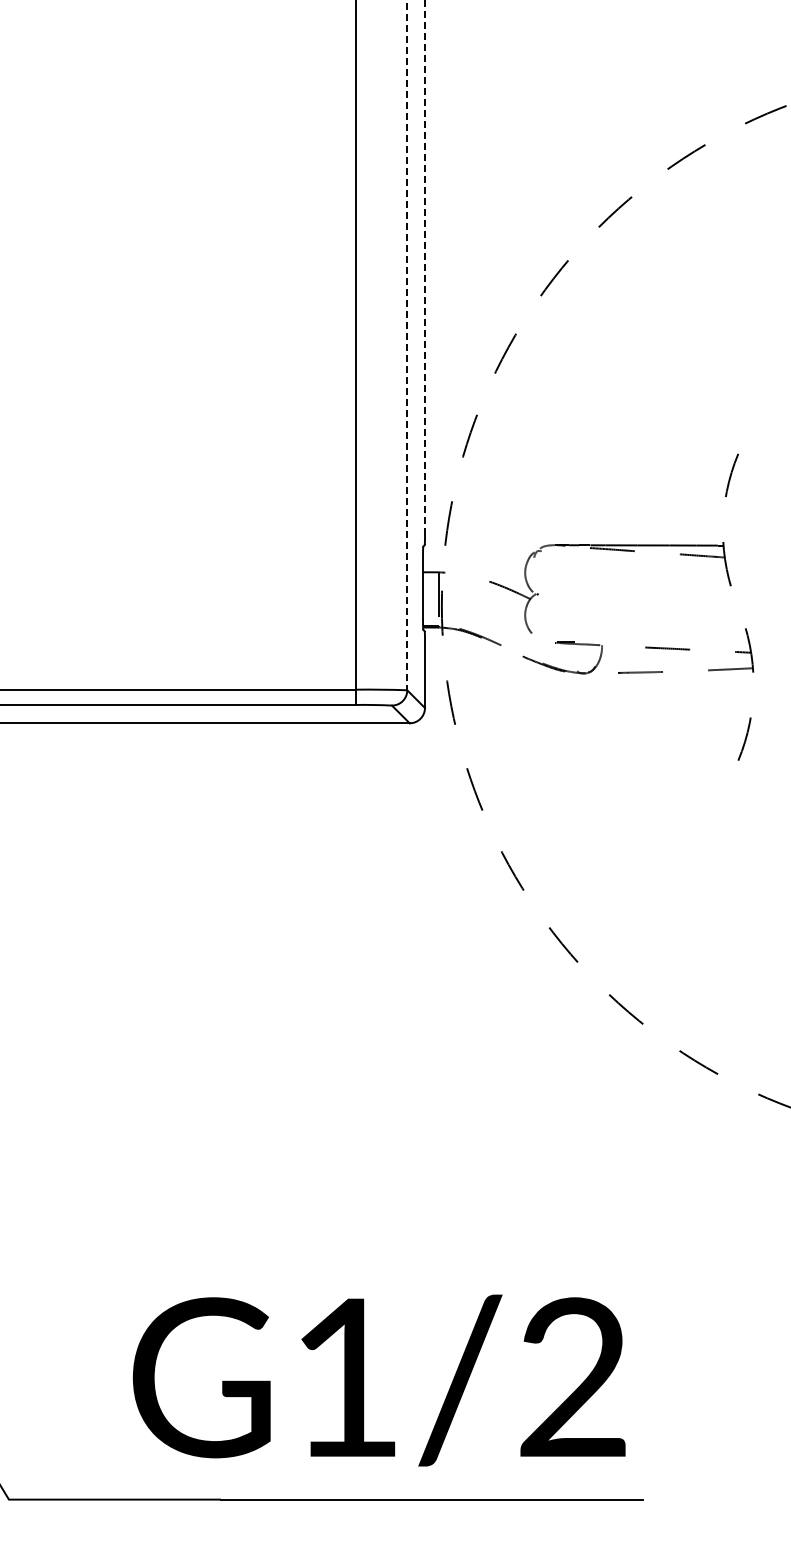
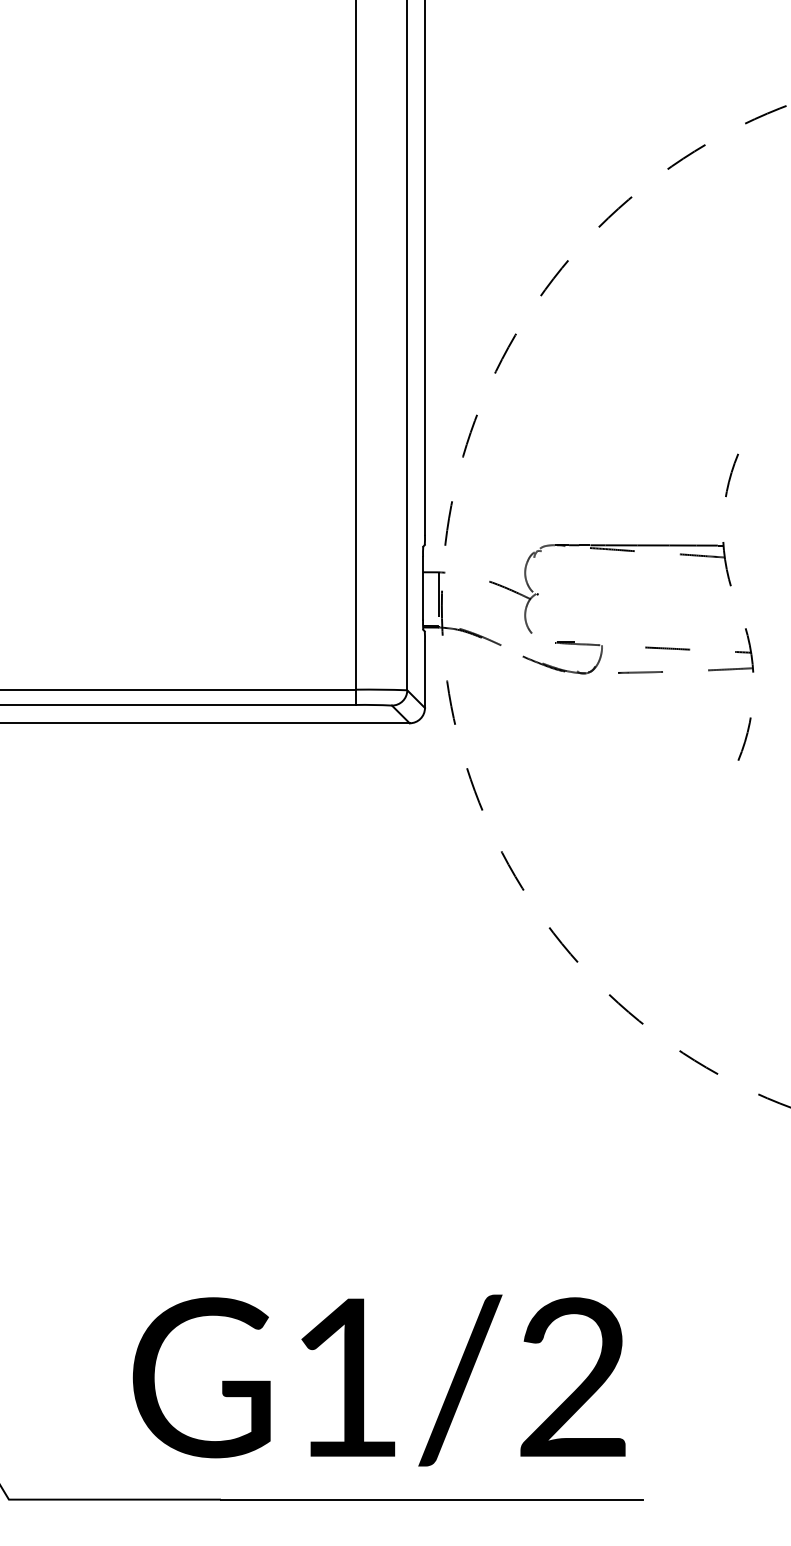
line at (424, 266): dashed -> solid
line at (407, 345): dashed -> solid
